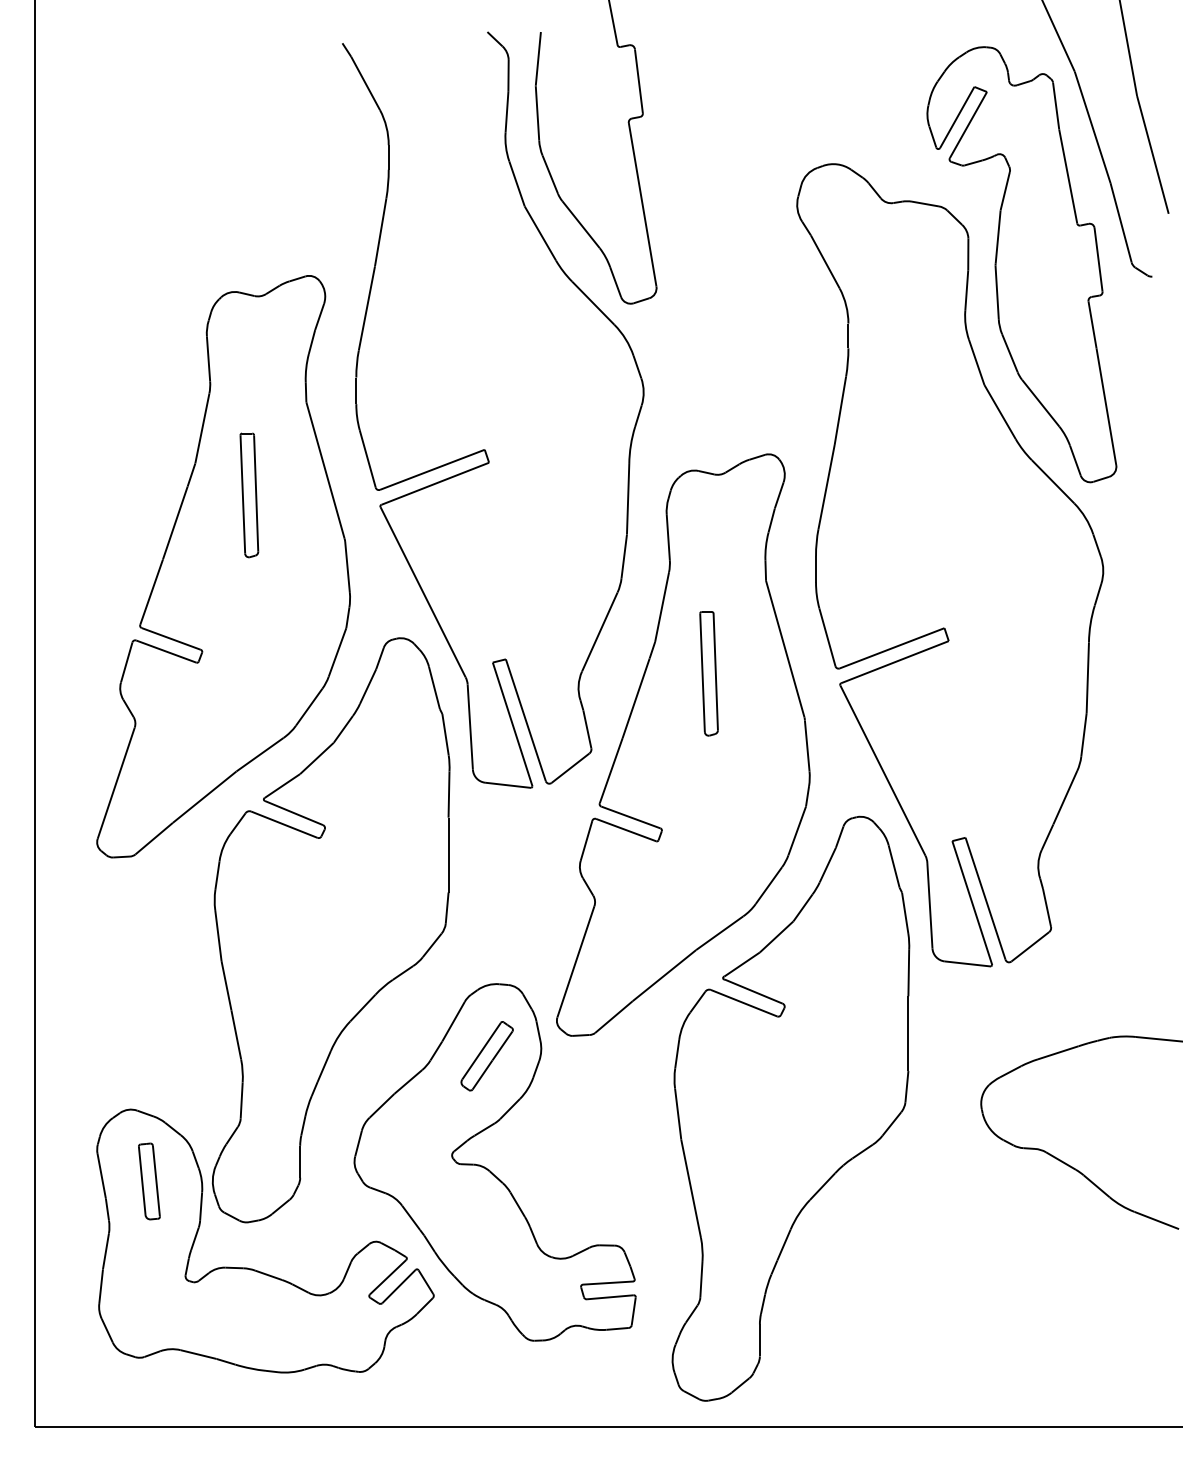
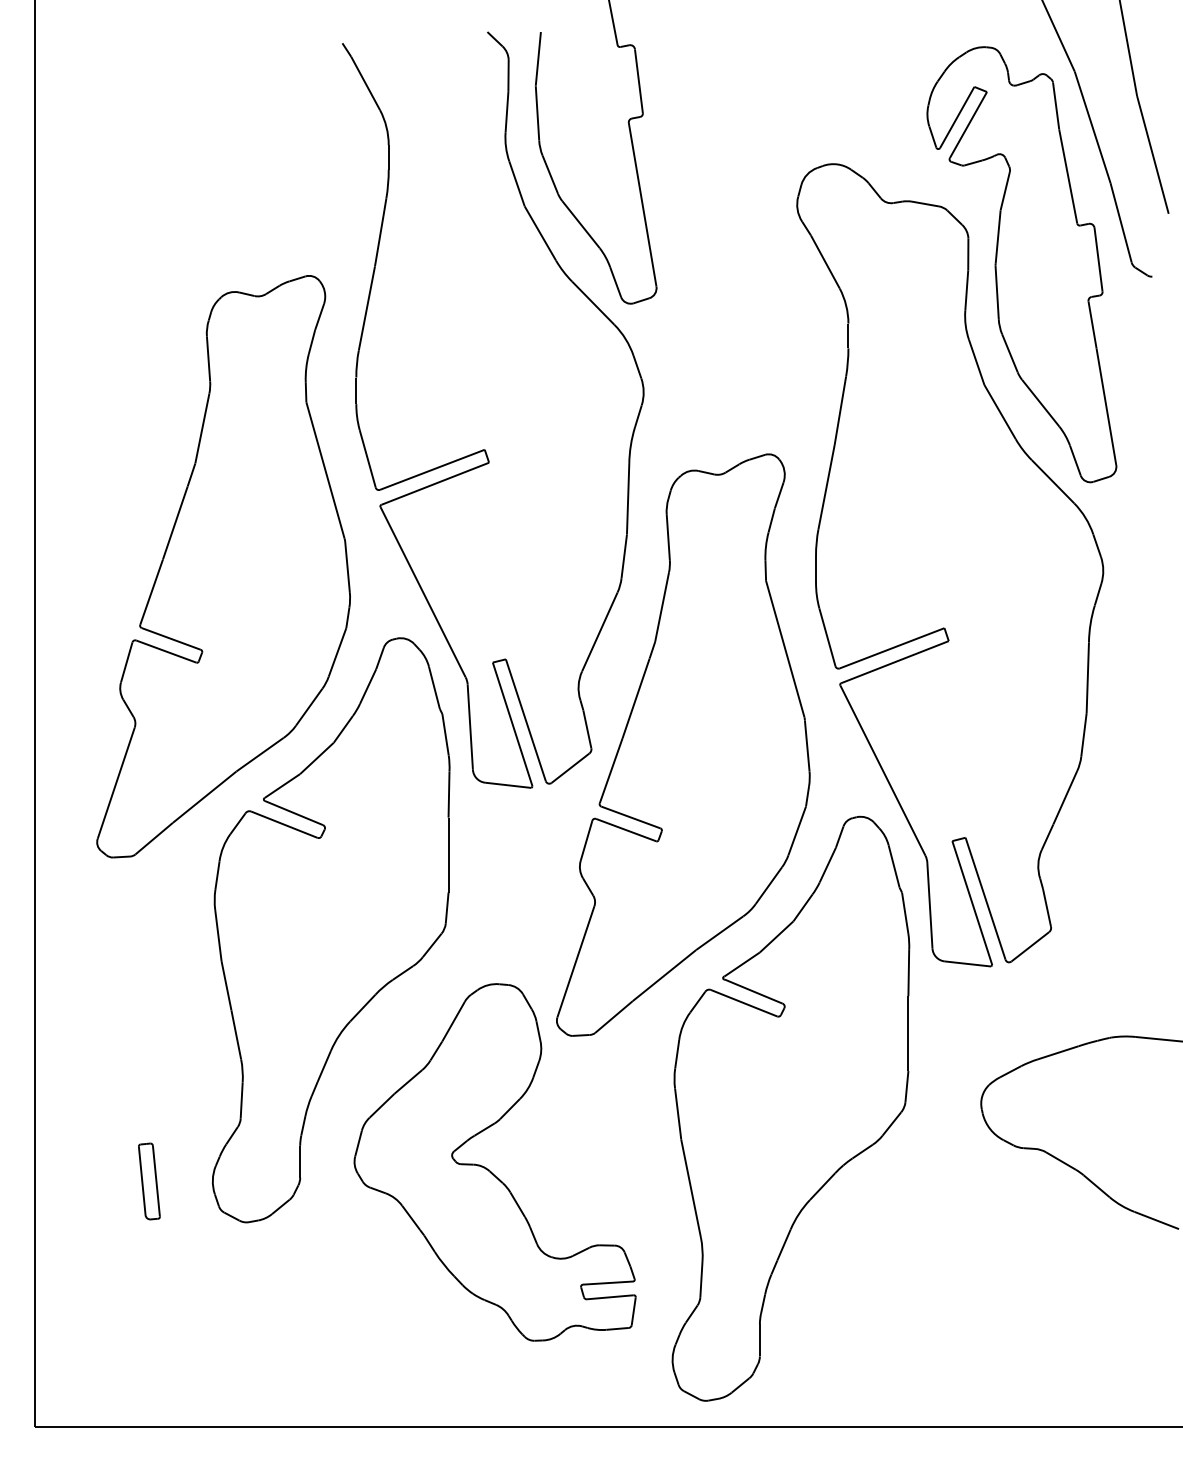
part at (249, 495): present -> none
part at (708, 673): present -> none
part at (486, 1056): present -> none
part at (255, 1269): present -> none
